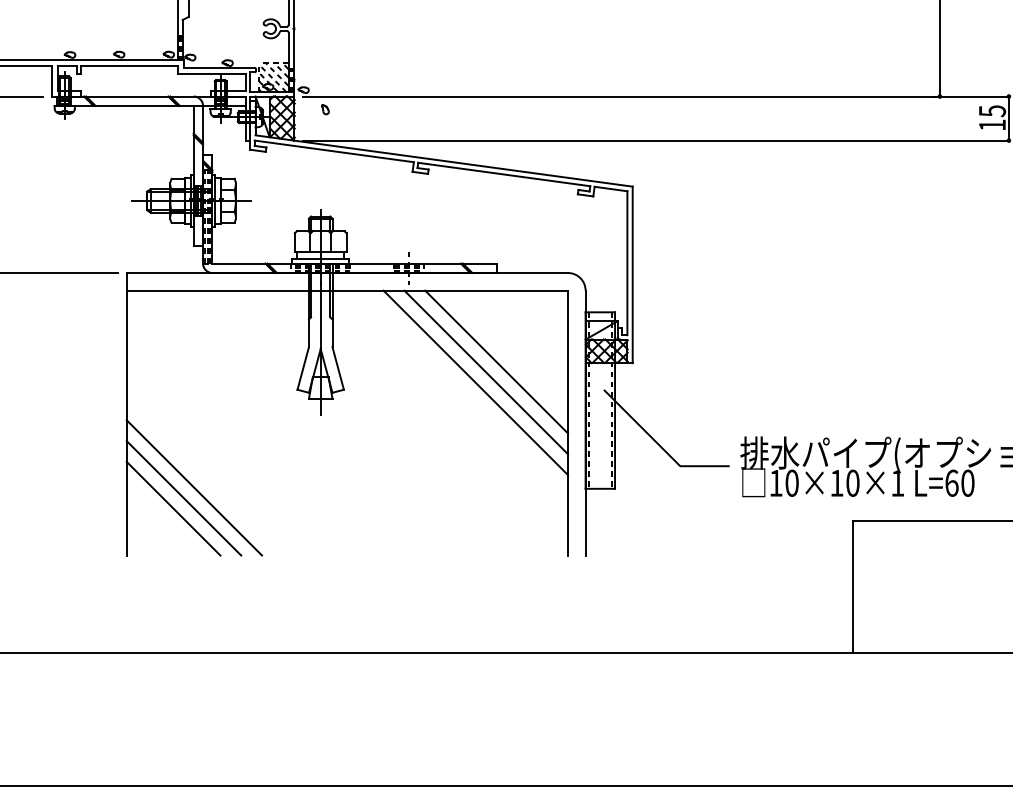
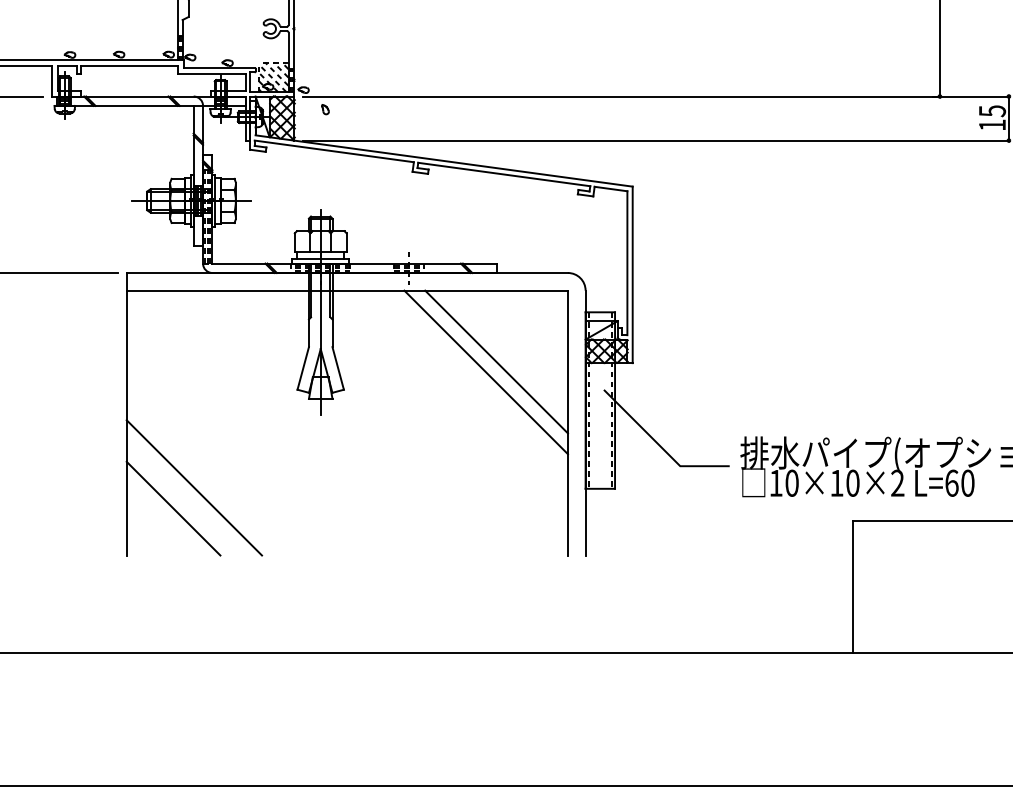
line at (475, 382): present -> none
text at (897, 482): 10×10×1 -> 10×10×2
line at (183, 498): present -> none
